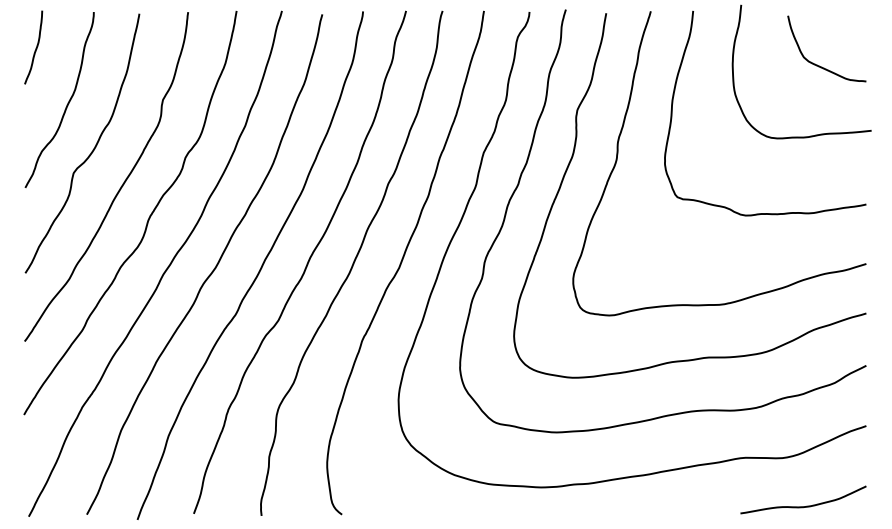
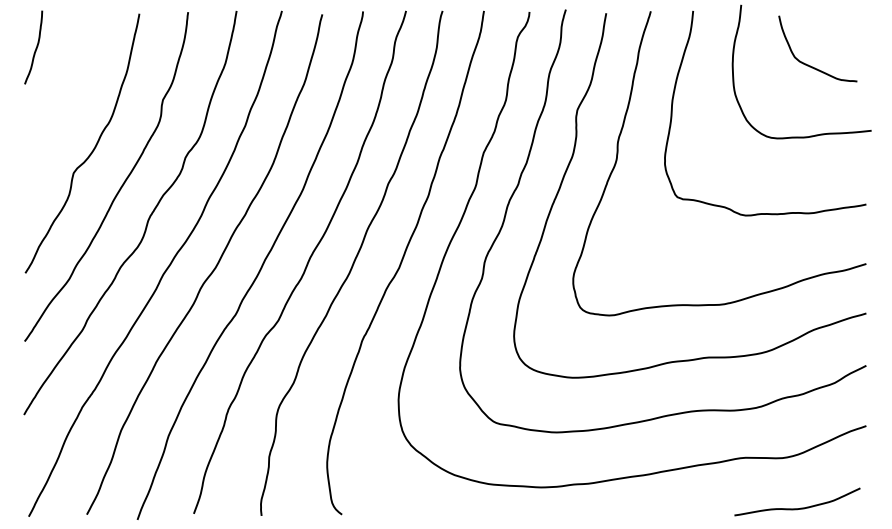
curve at (817, 64) position: (817, 64) -> (808, 64)
curve at (67, 102): present -> none
curve at (806, 505) position: (806, 505) -> (800, 507)
